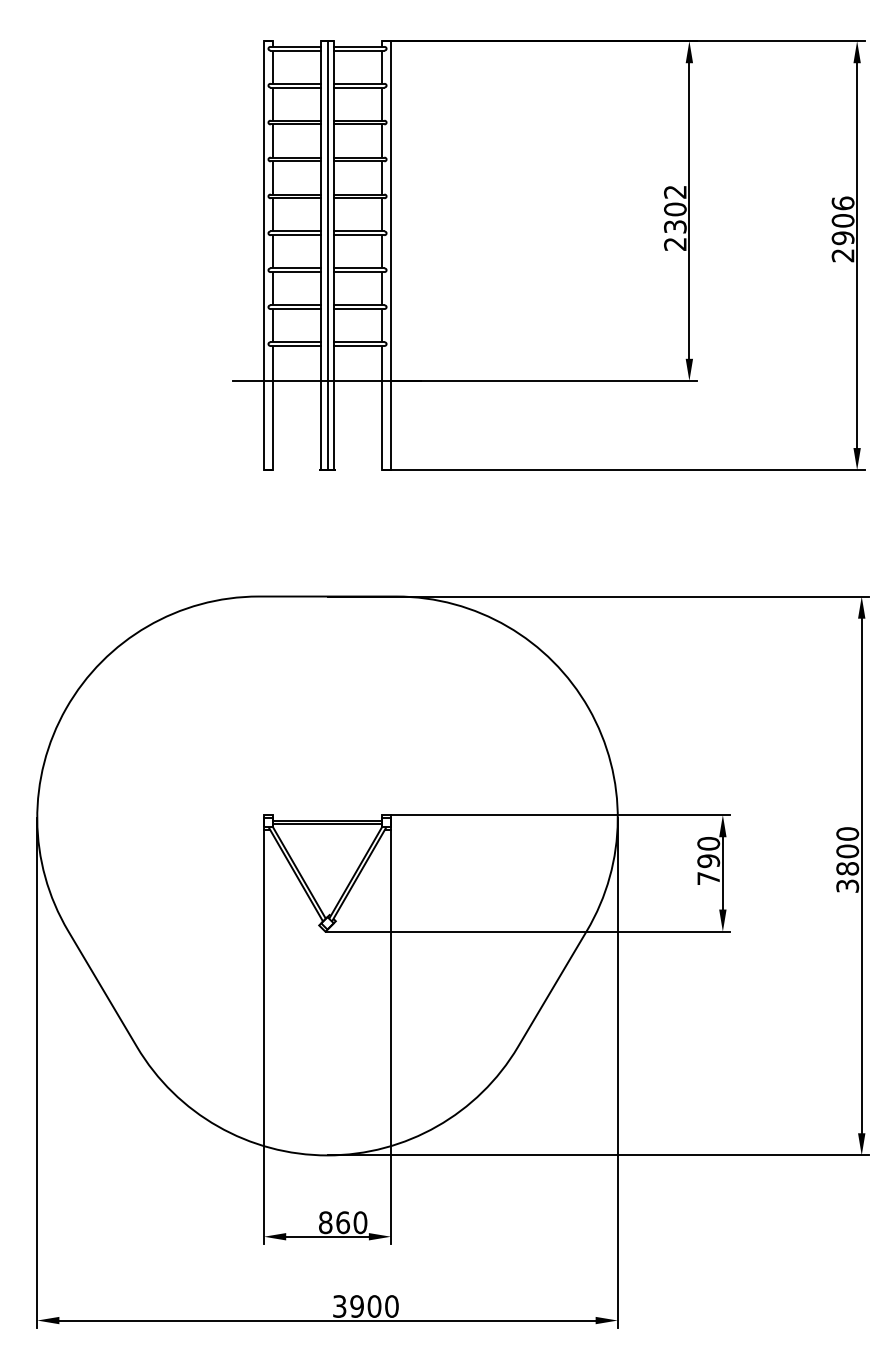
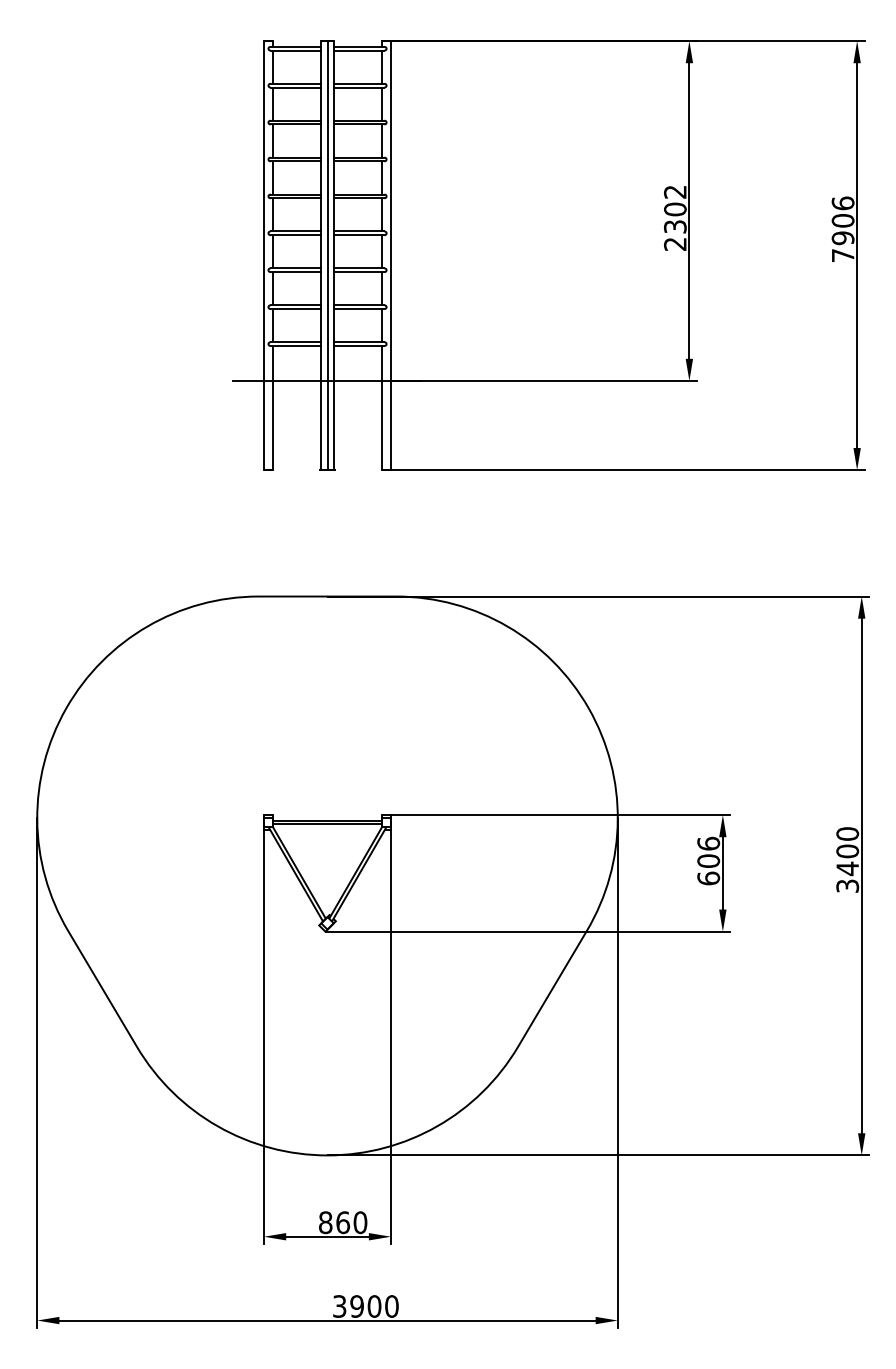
text at (842, 255): 2906 -> 7906
text at (708, 860): 790 -> 606
text at (847, 868): 3800 -> 3400
